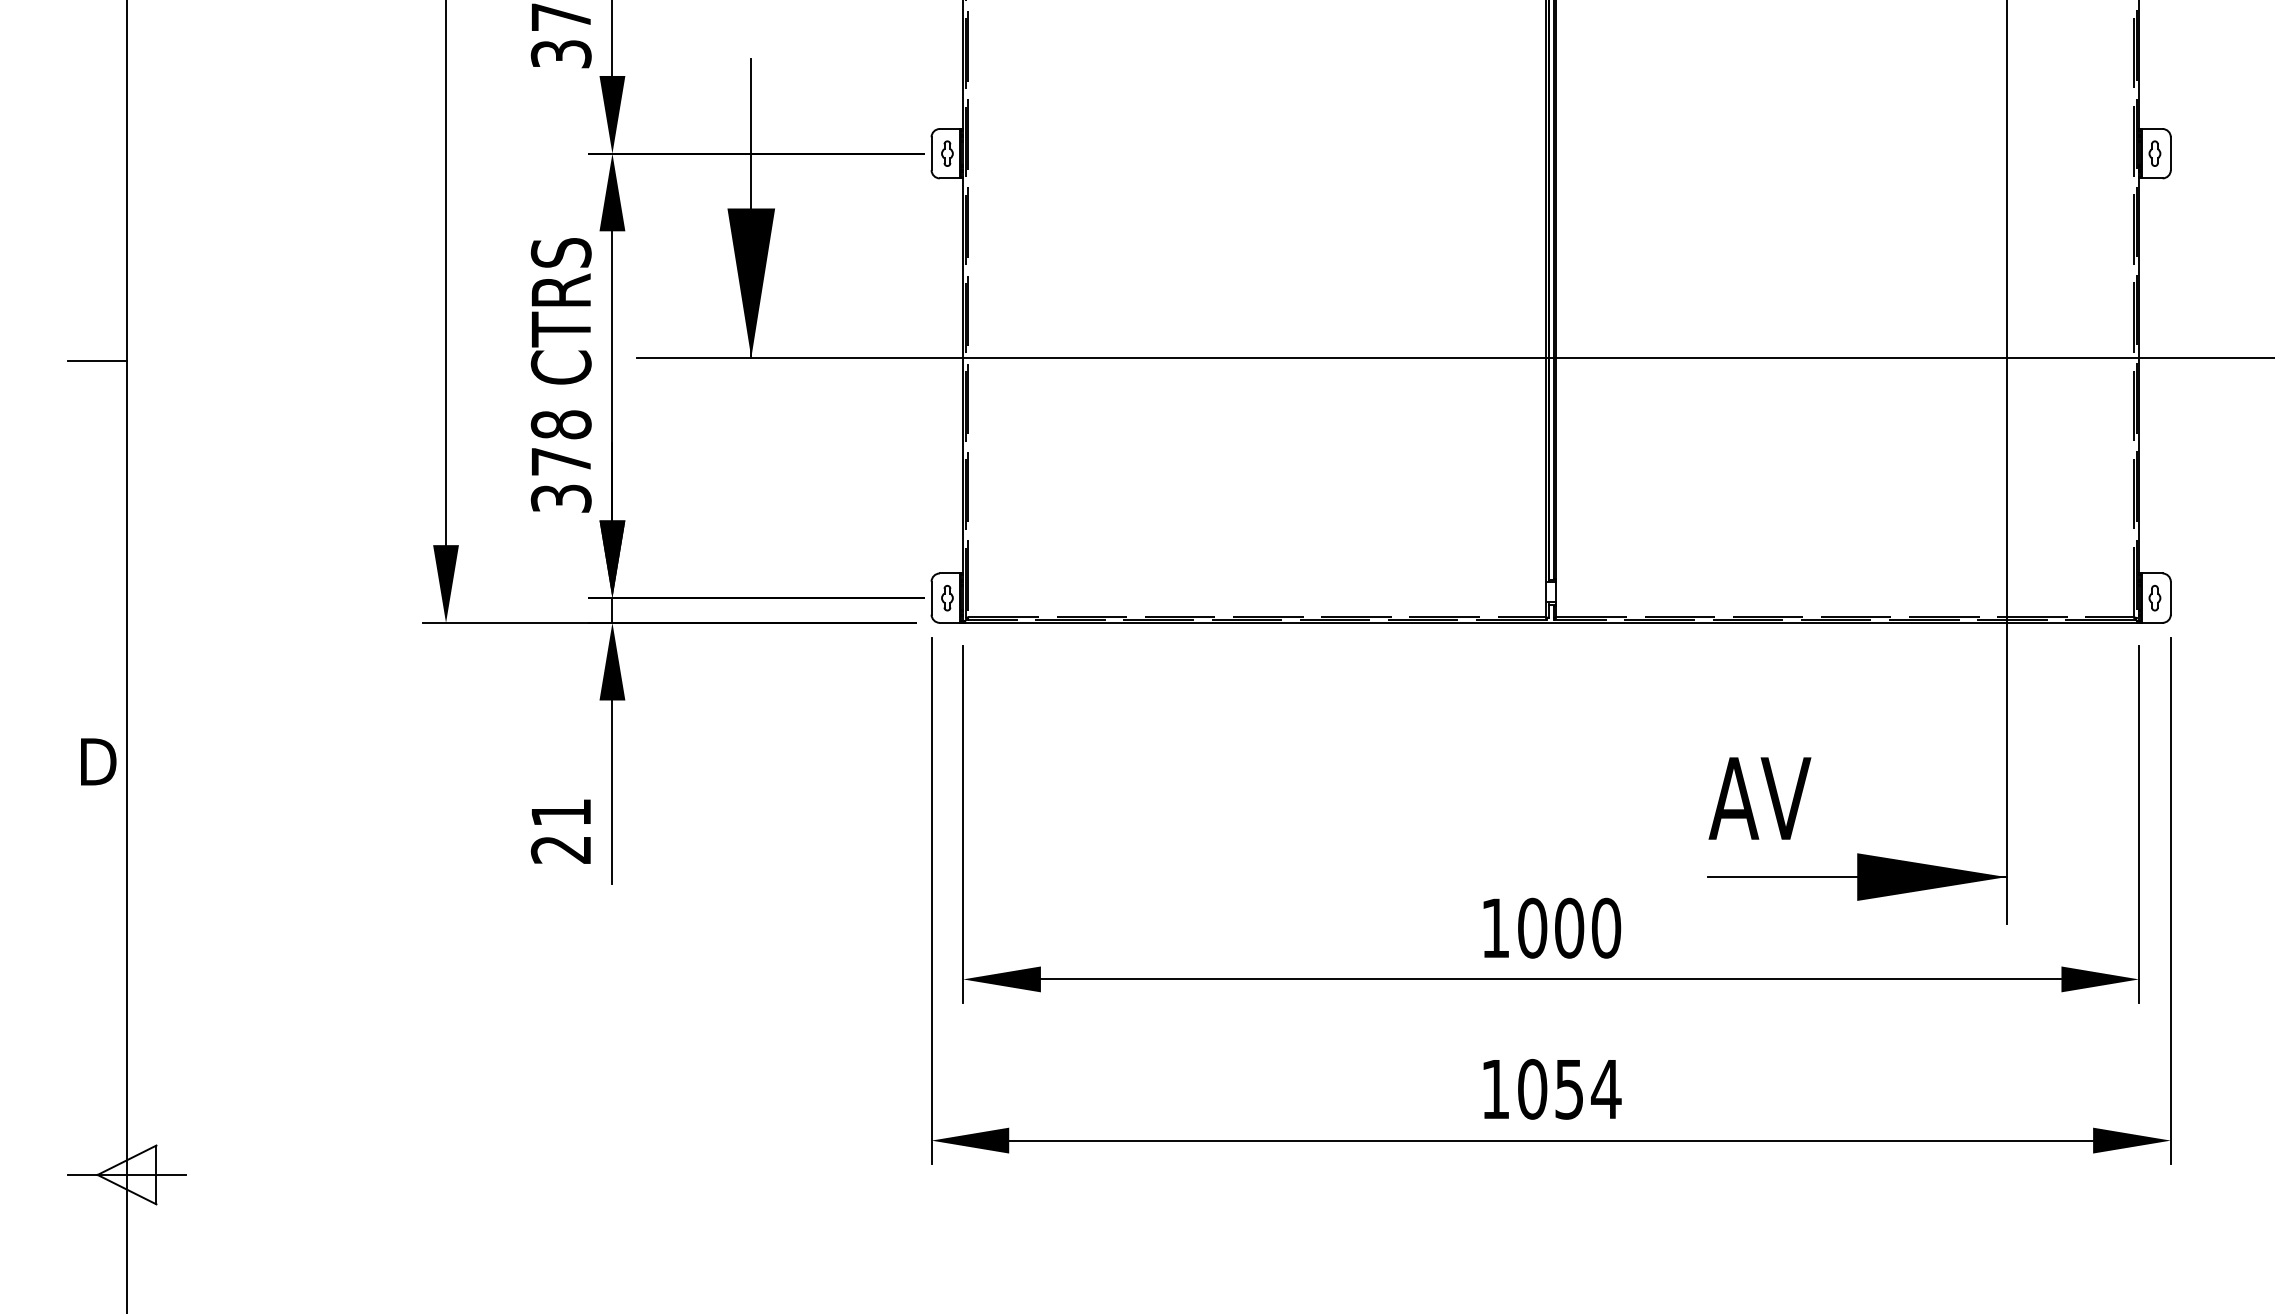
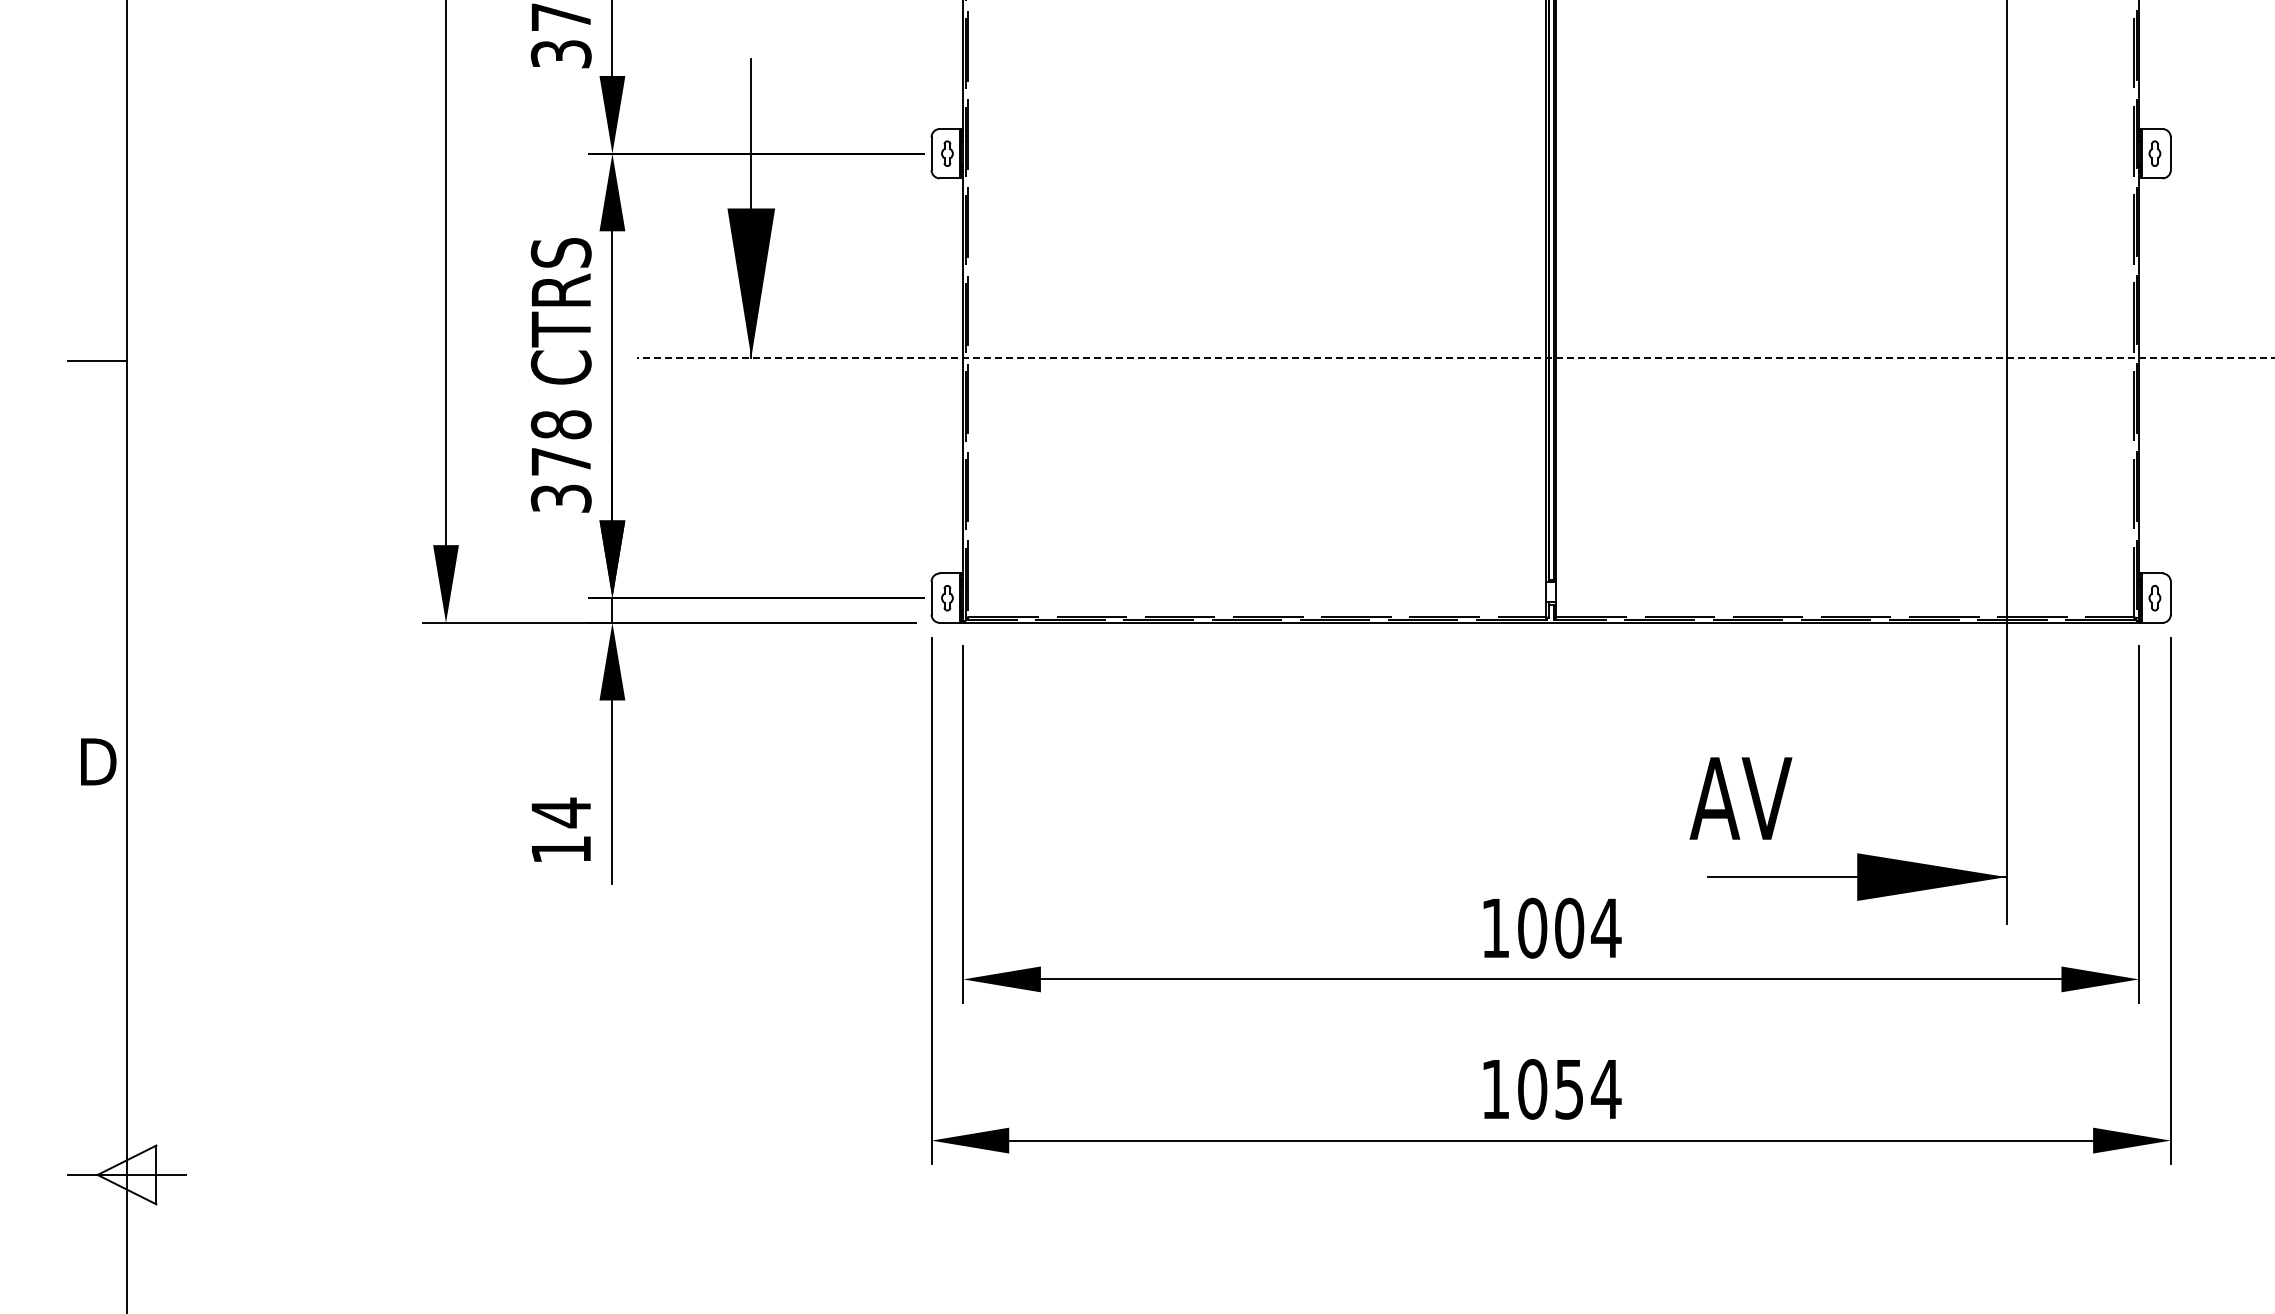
line at (1455, 357): solid -> dashed
text at (1759, 798) position: (1759, 798) -> (1740, 798)
text at (560, 830): 21 -> 14
text at (1606, 927): 1000 -> 1004
